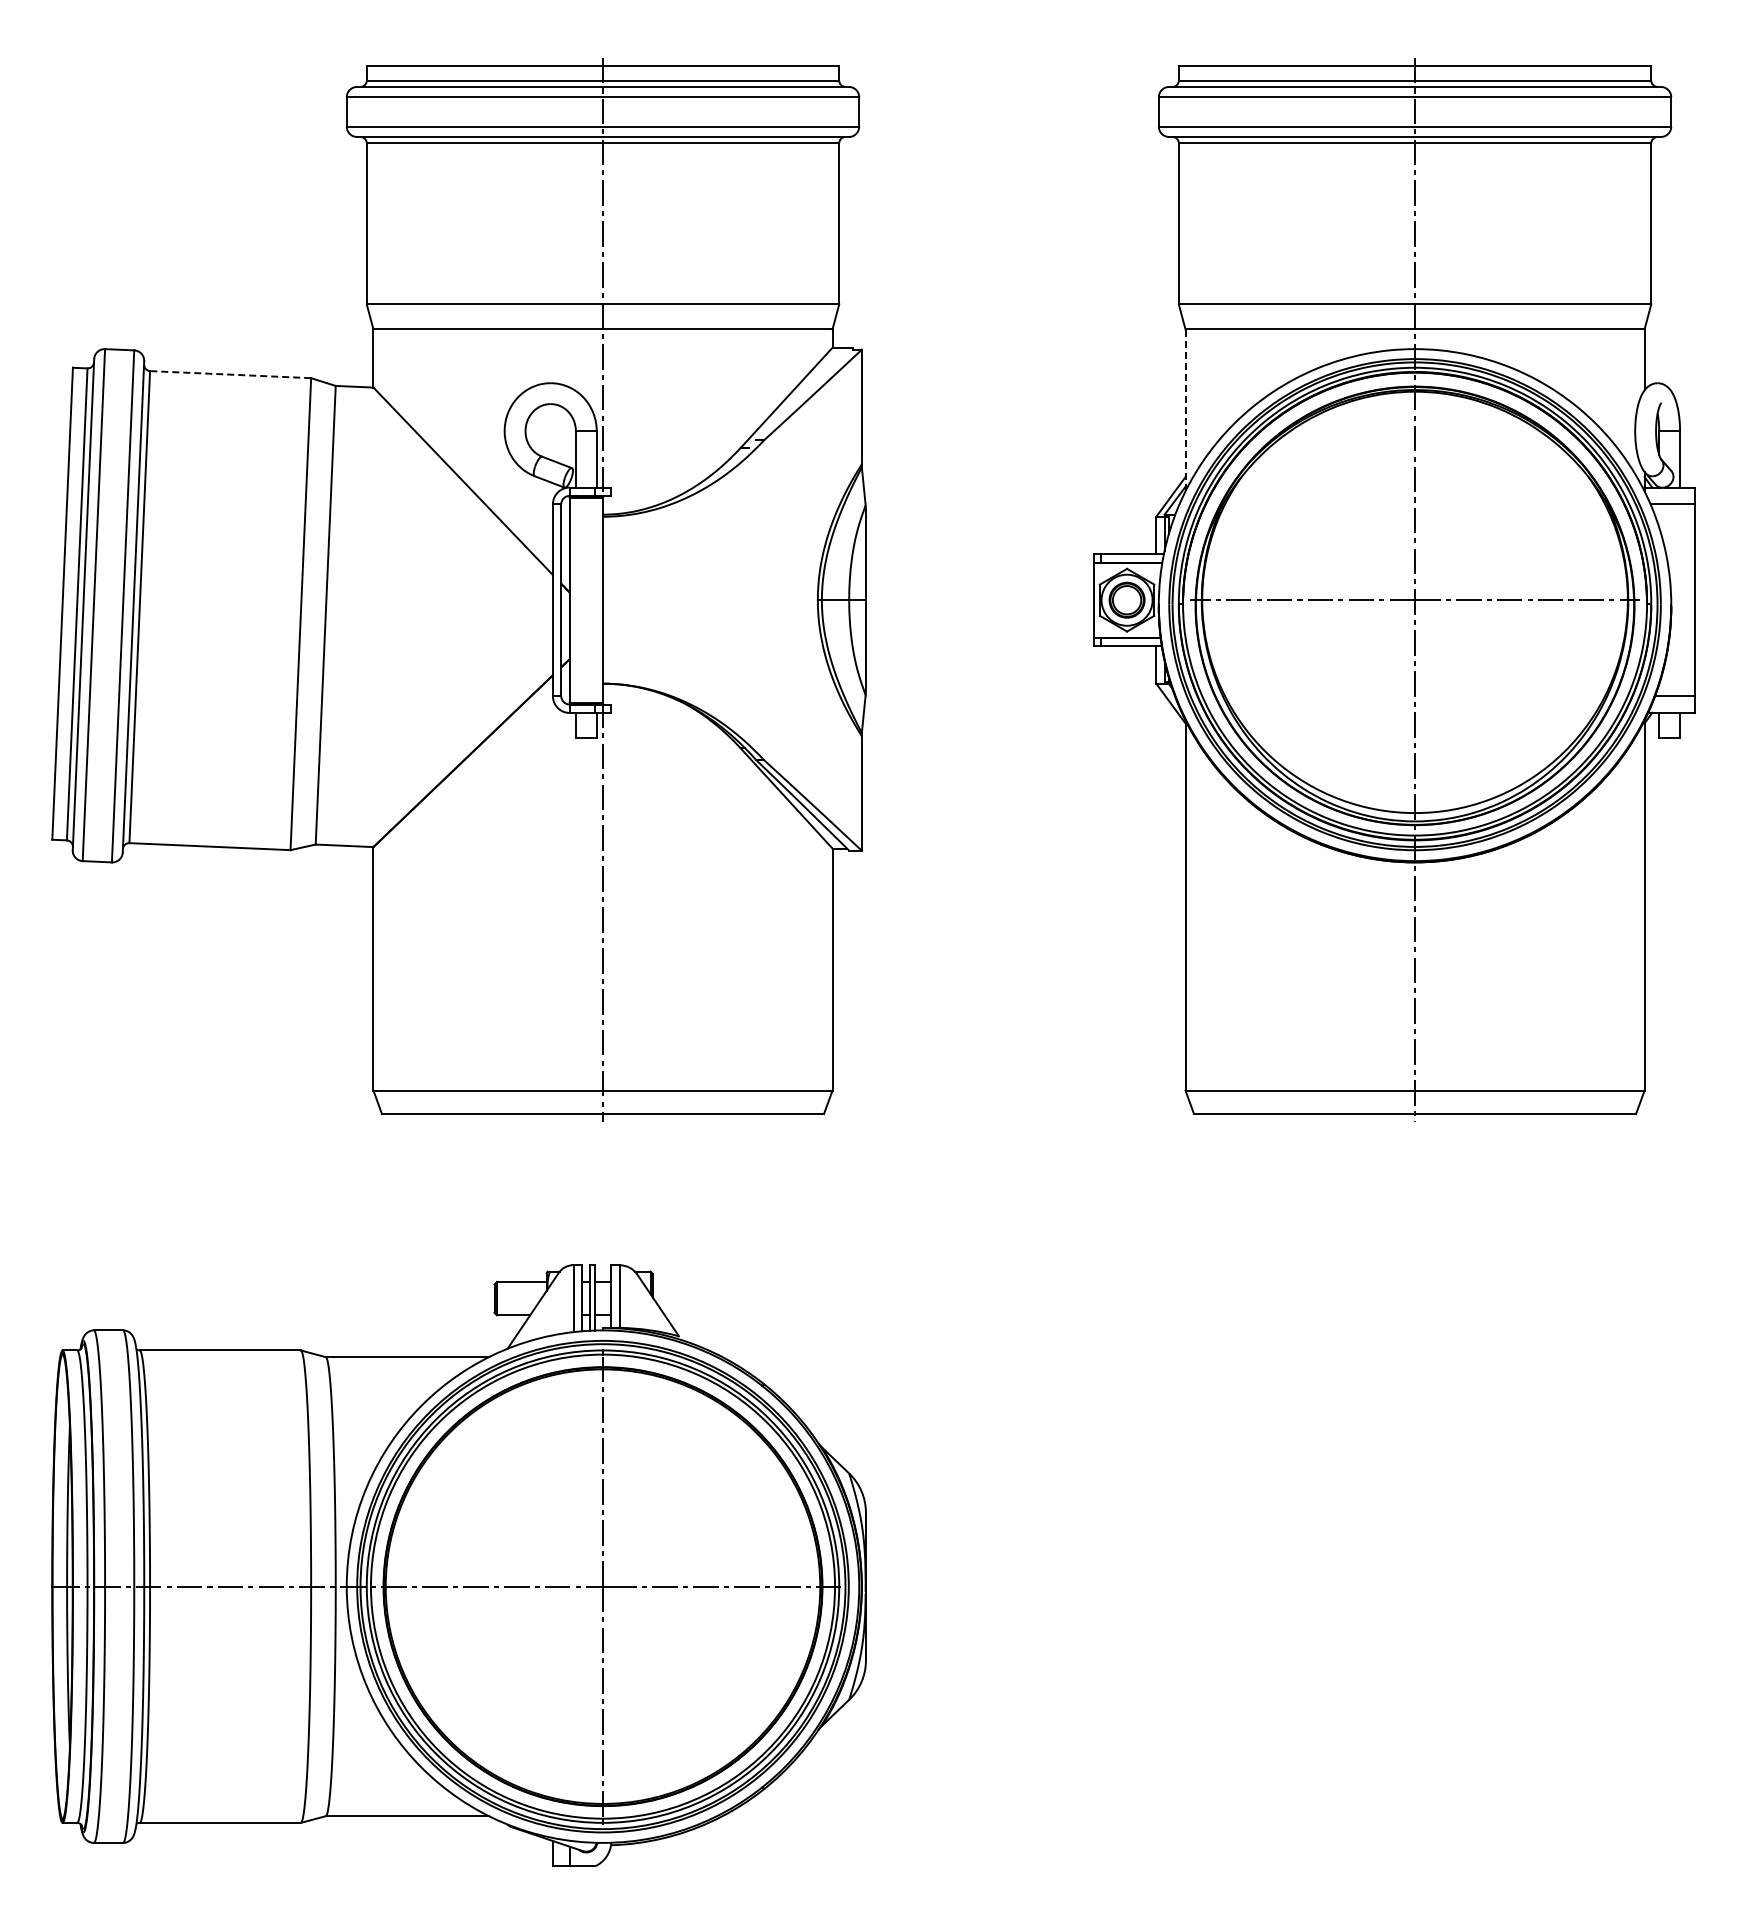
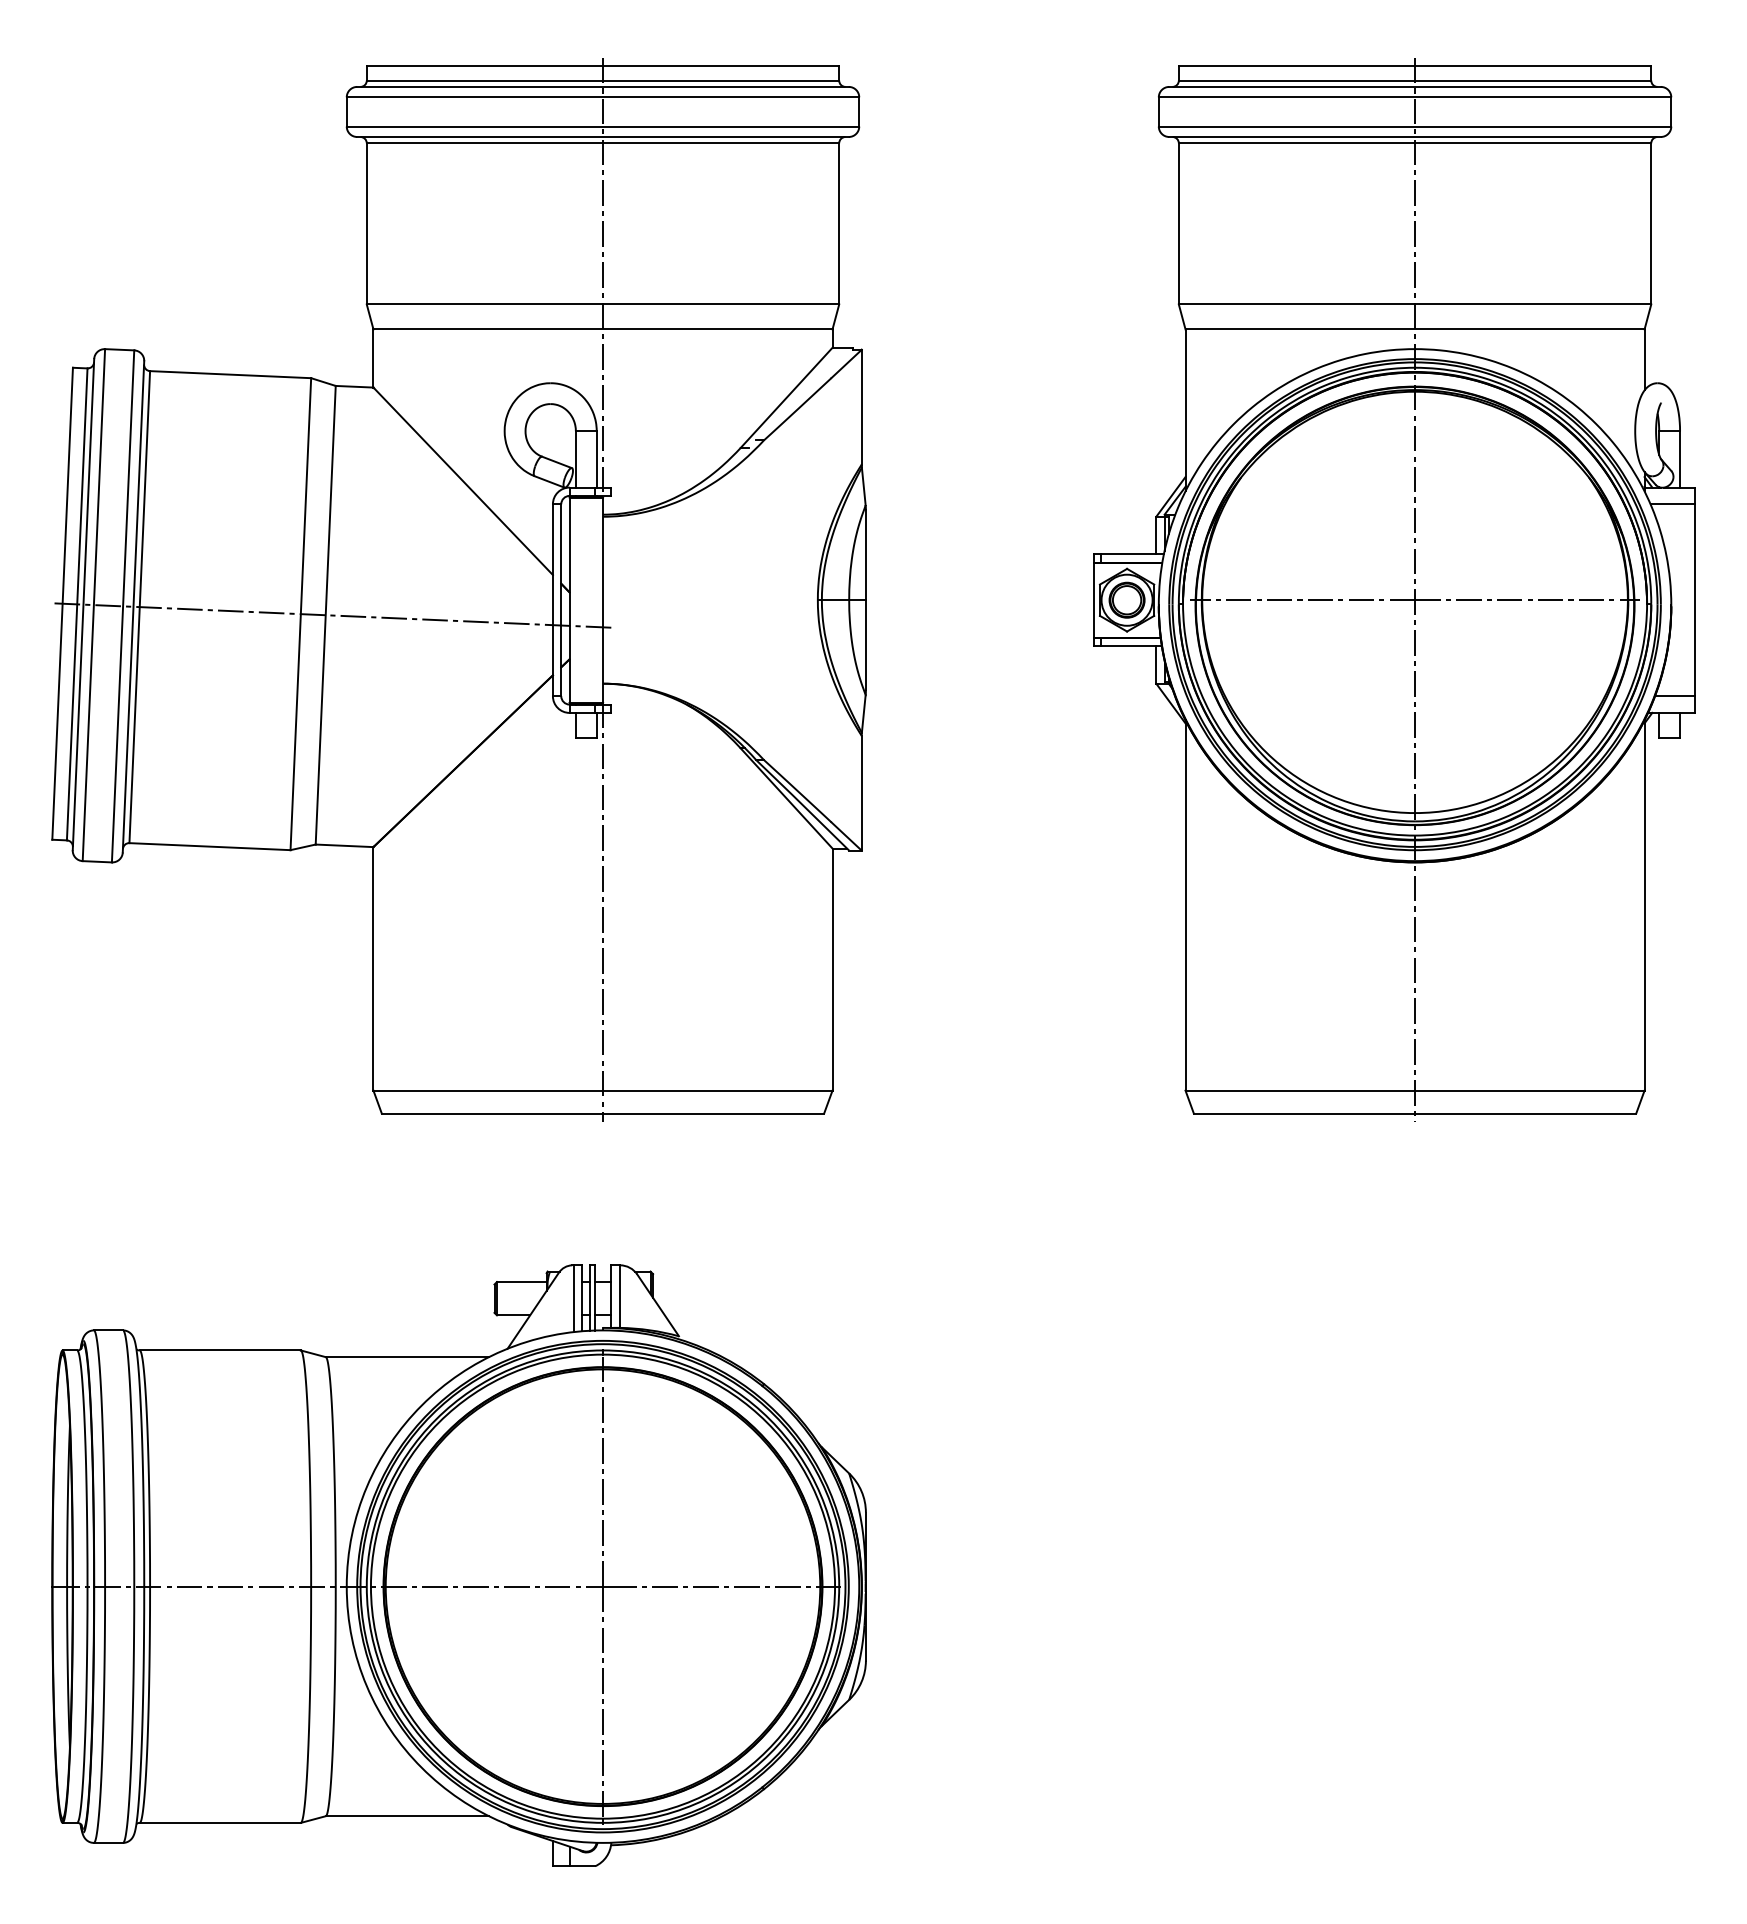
line at (230, 374): dashed -> solid
line at (1185, 410): dashed -> solid
line at (332, 615): none -> present
